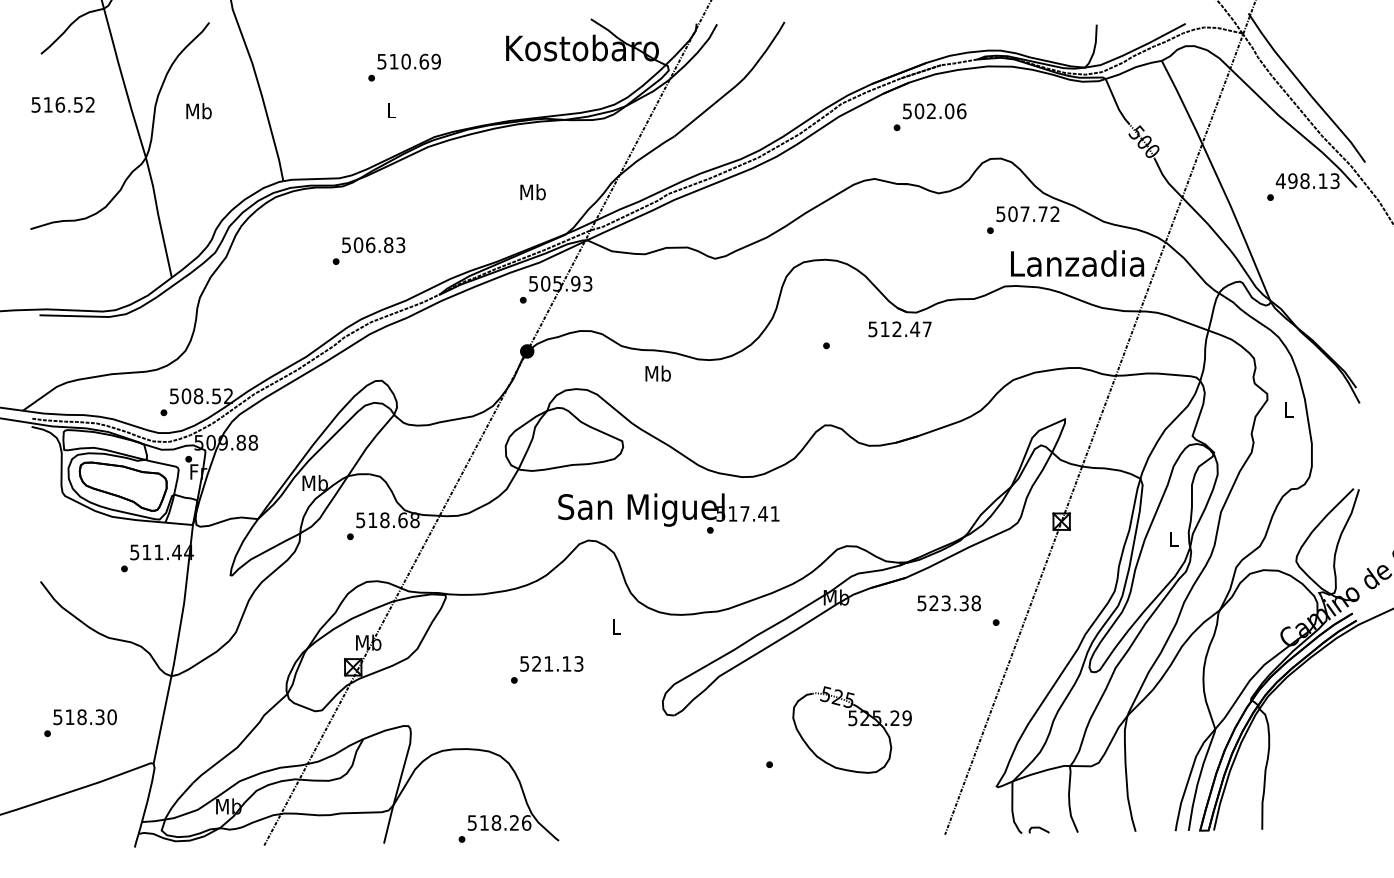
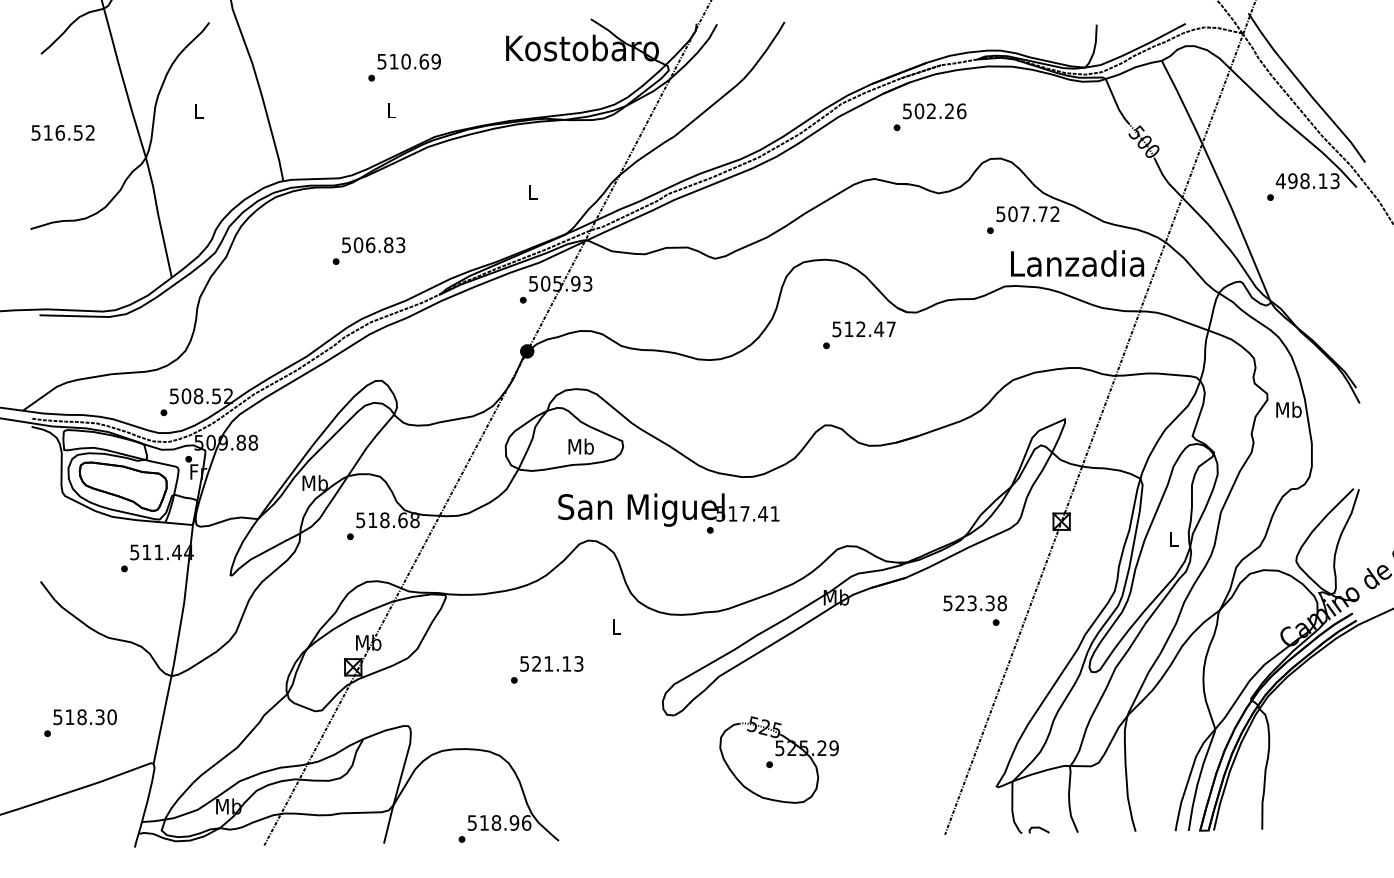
text at (62, 104) position: (62, 104) -> (62, 132)
text at (198, 111): Mb -> L
text at (949, 111): 502.06 -> 502.26
text at (532, 192): Mb -> L
text at (899, 329) position: (899, 329) -> (863, 329)
text at (657, 373) position: (657, 373) -> (580, 446)
text at (1288, 409): L -> Mb
text at (948, 603) position: (948, 603) -> (974, 603)
part at (851, 729) position: (851, 729) -> (778, 759)
text at (514, 822): 518.26 -> 518.96
